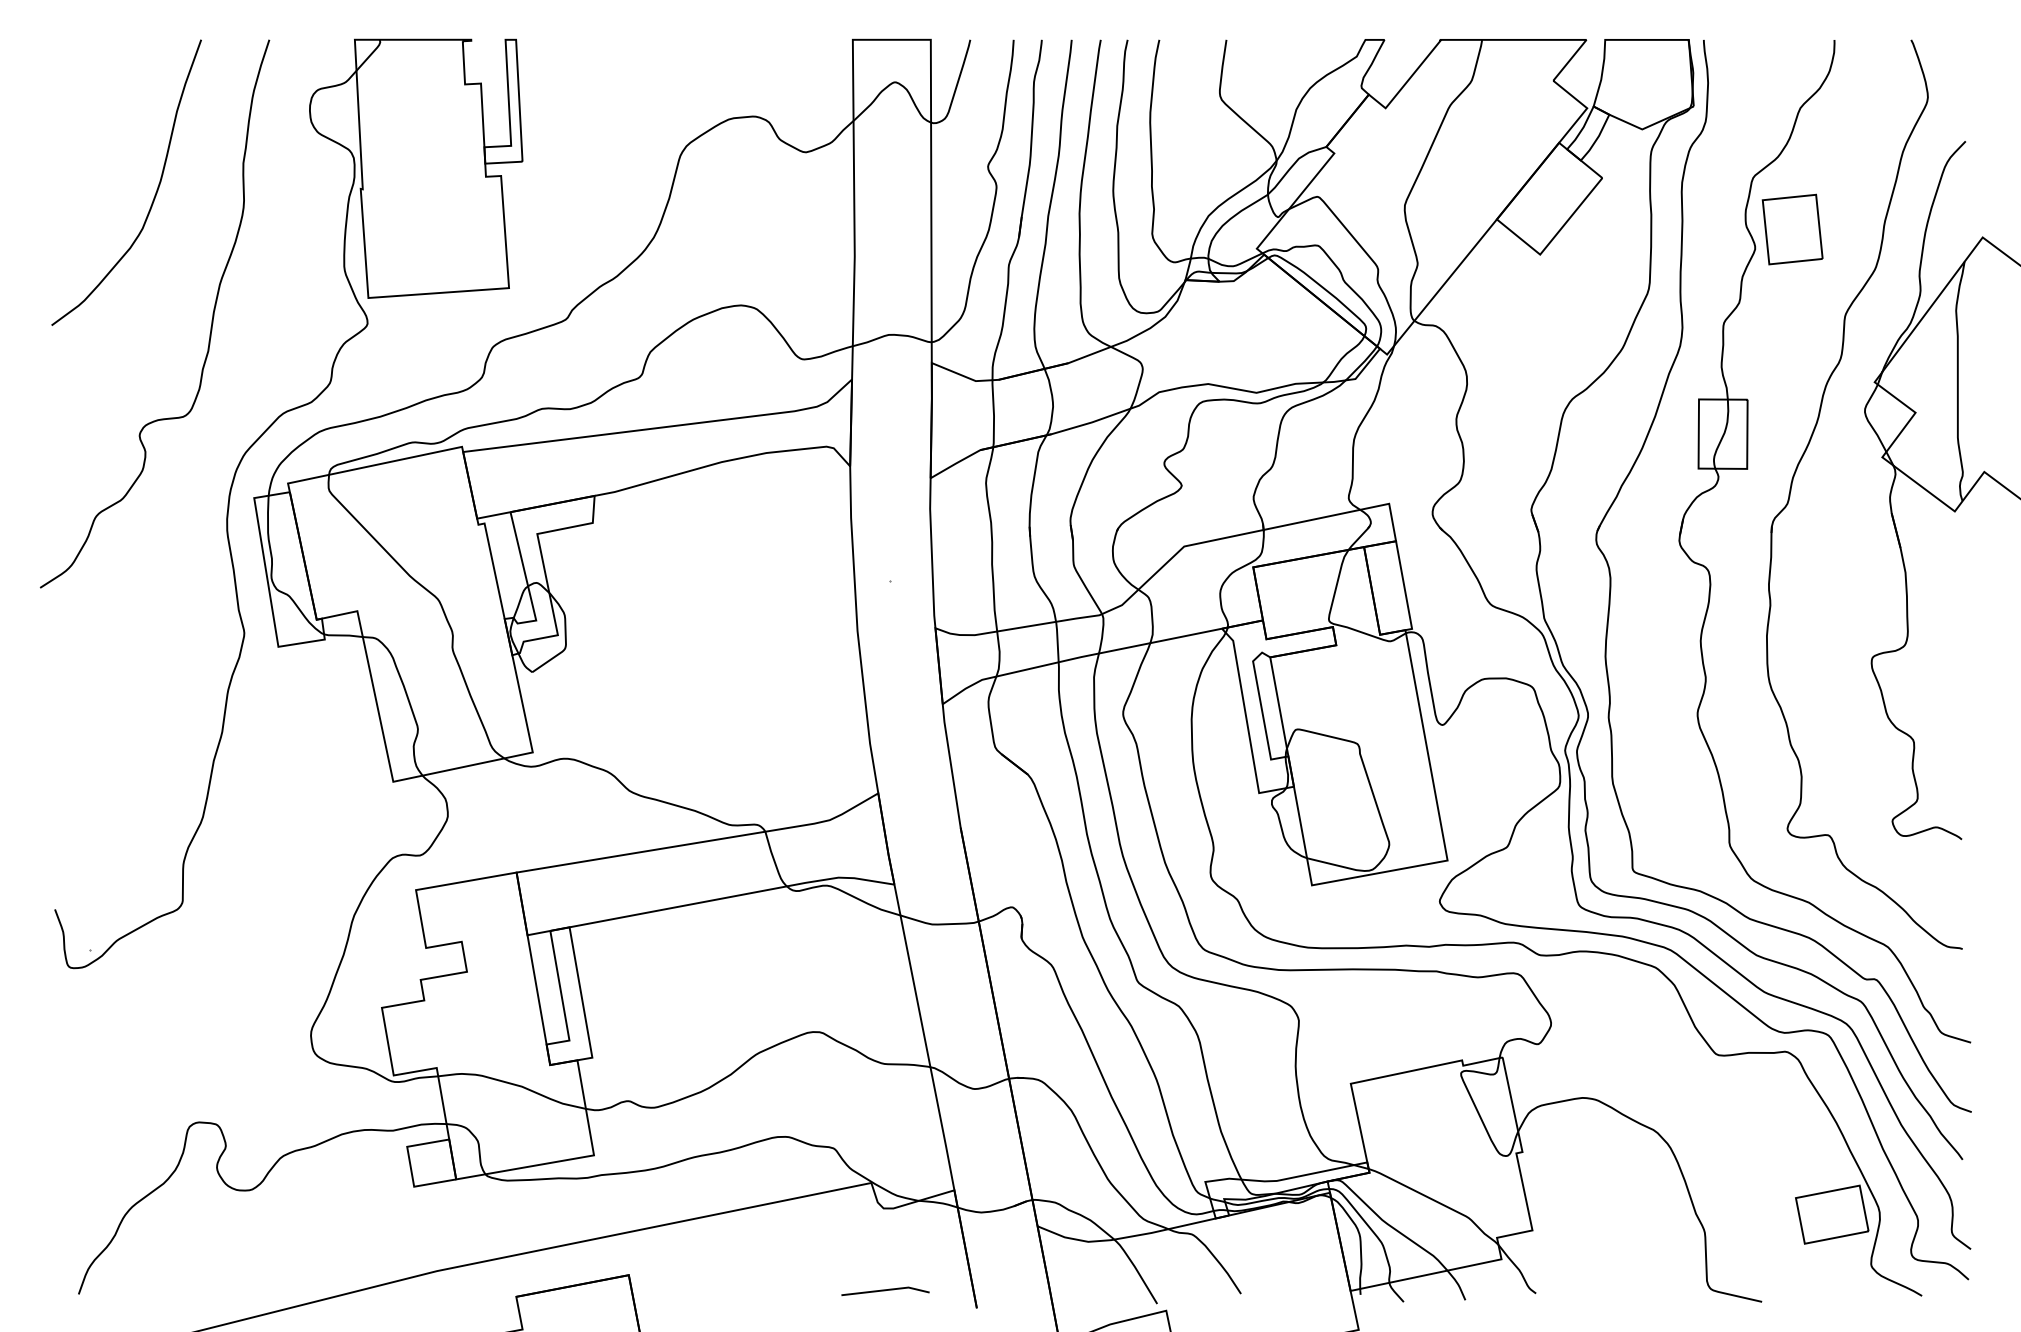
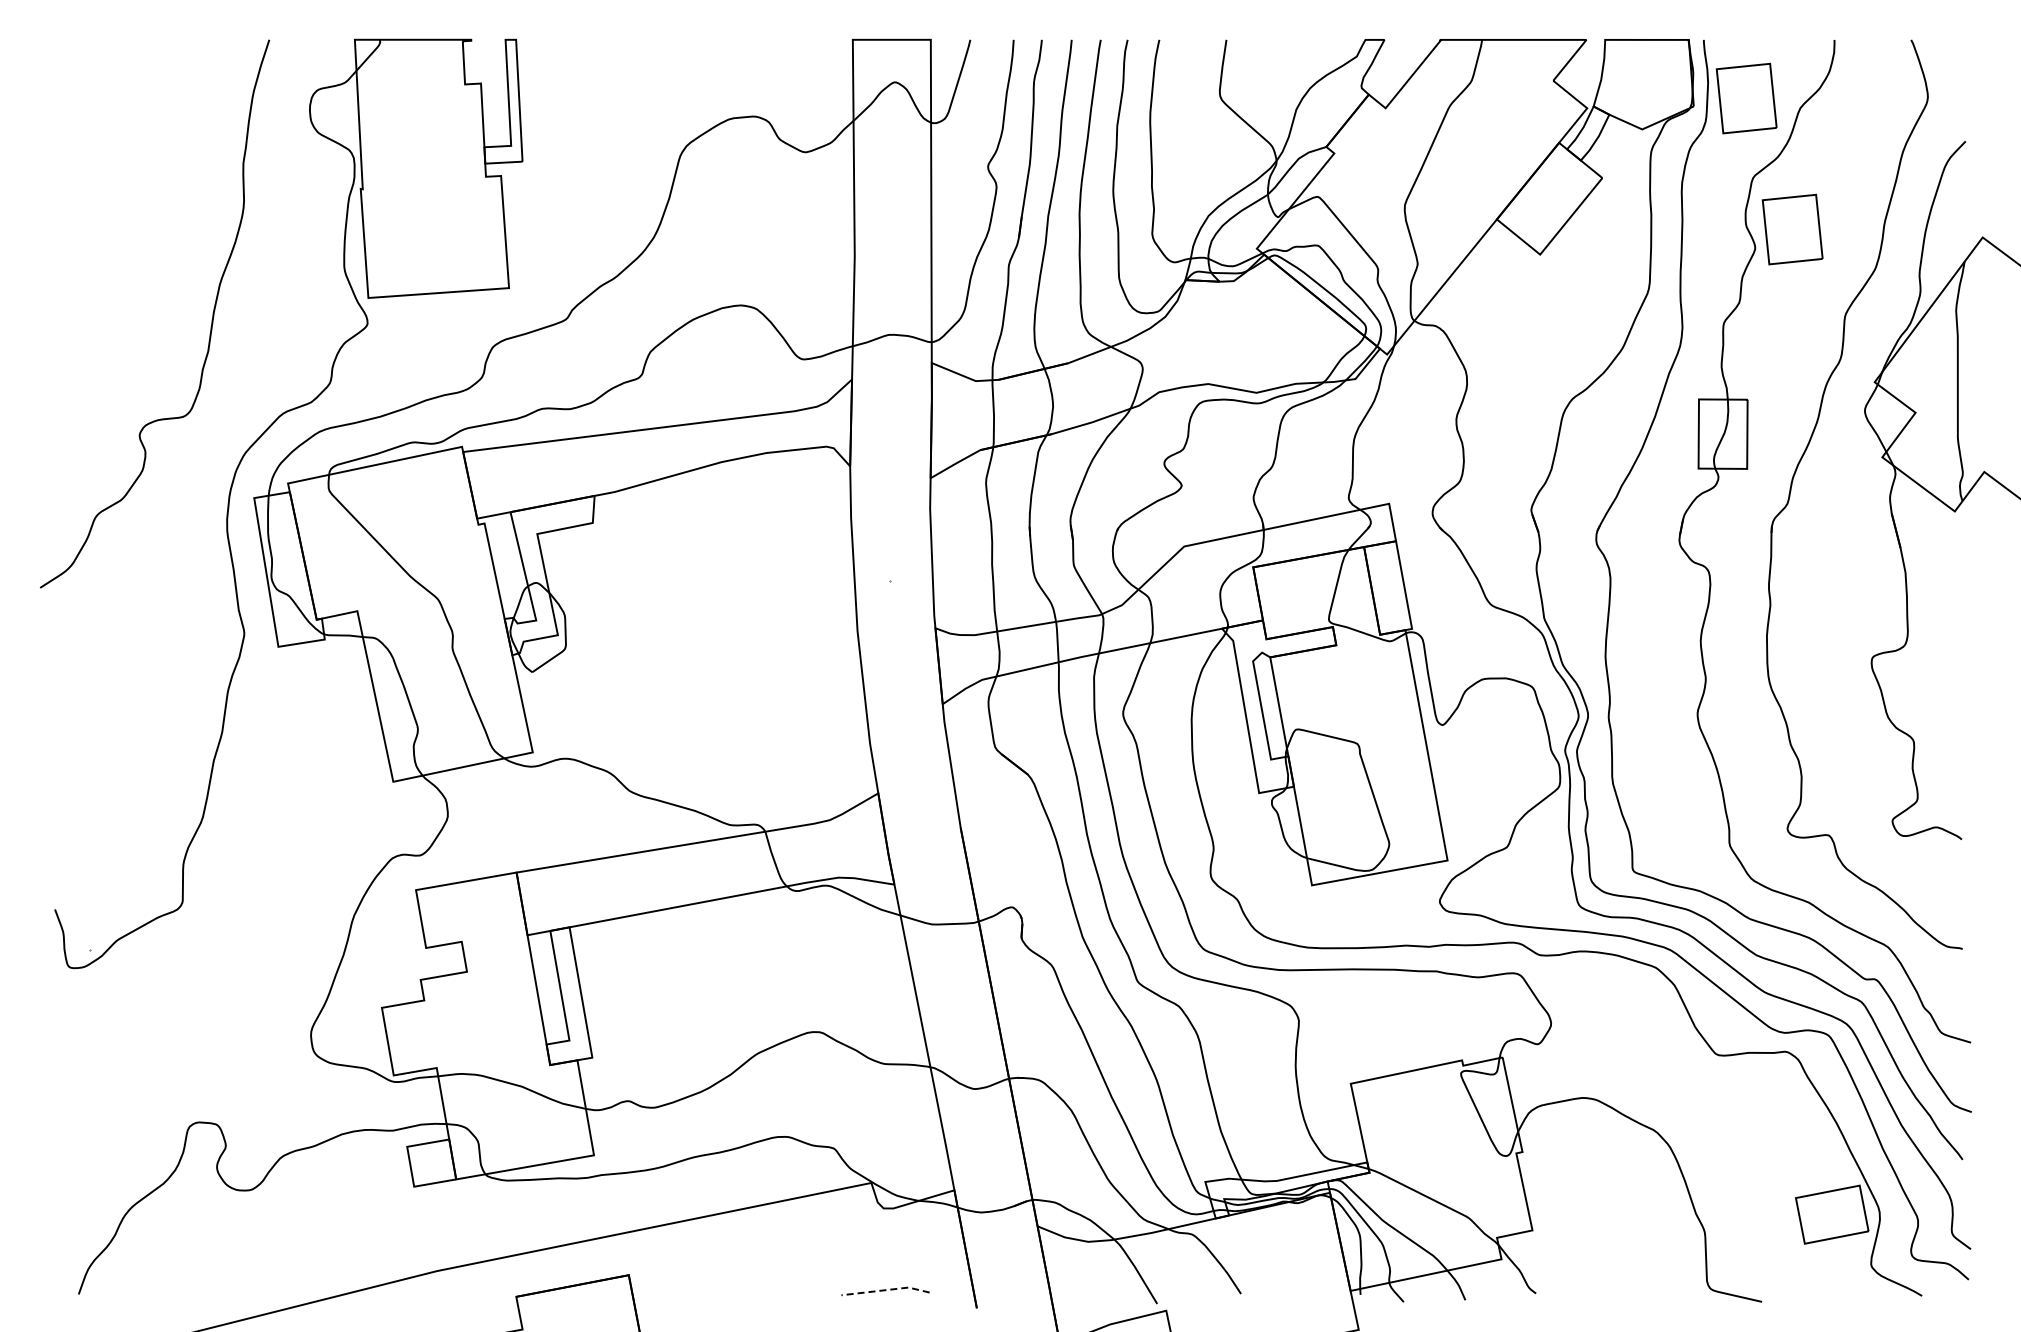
part at (1746, 98): none -> present
curve at (155, 192): present -> none
line at (885, 1290): solid -> dashed
